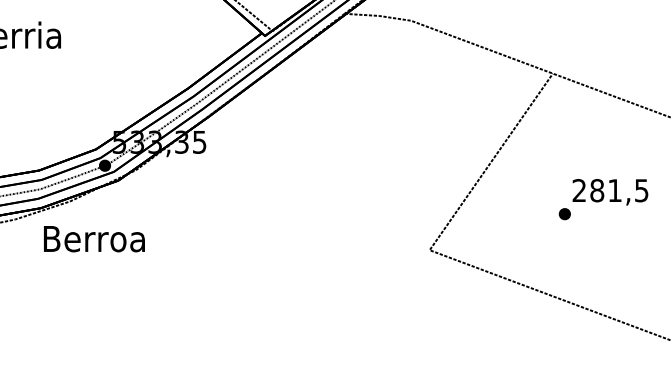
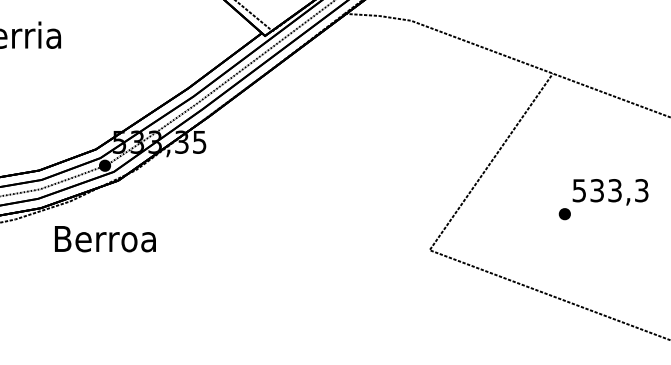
text at (610, 190): 281,5 -> 533,3
text at (94, 239) position: (94, 239) -> (105, 239)
